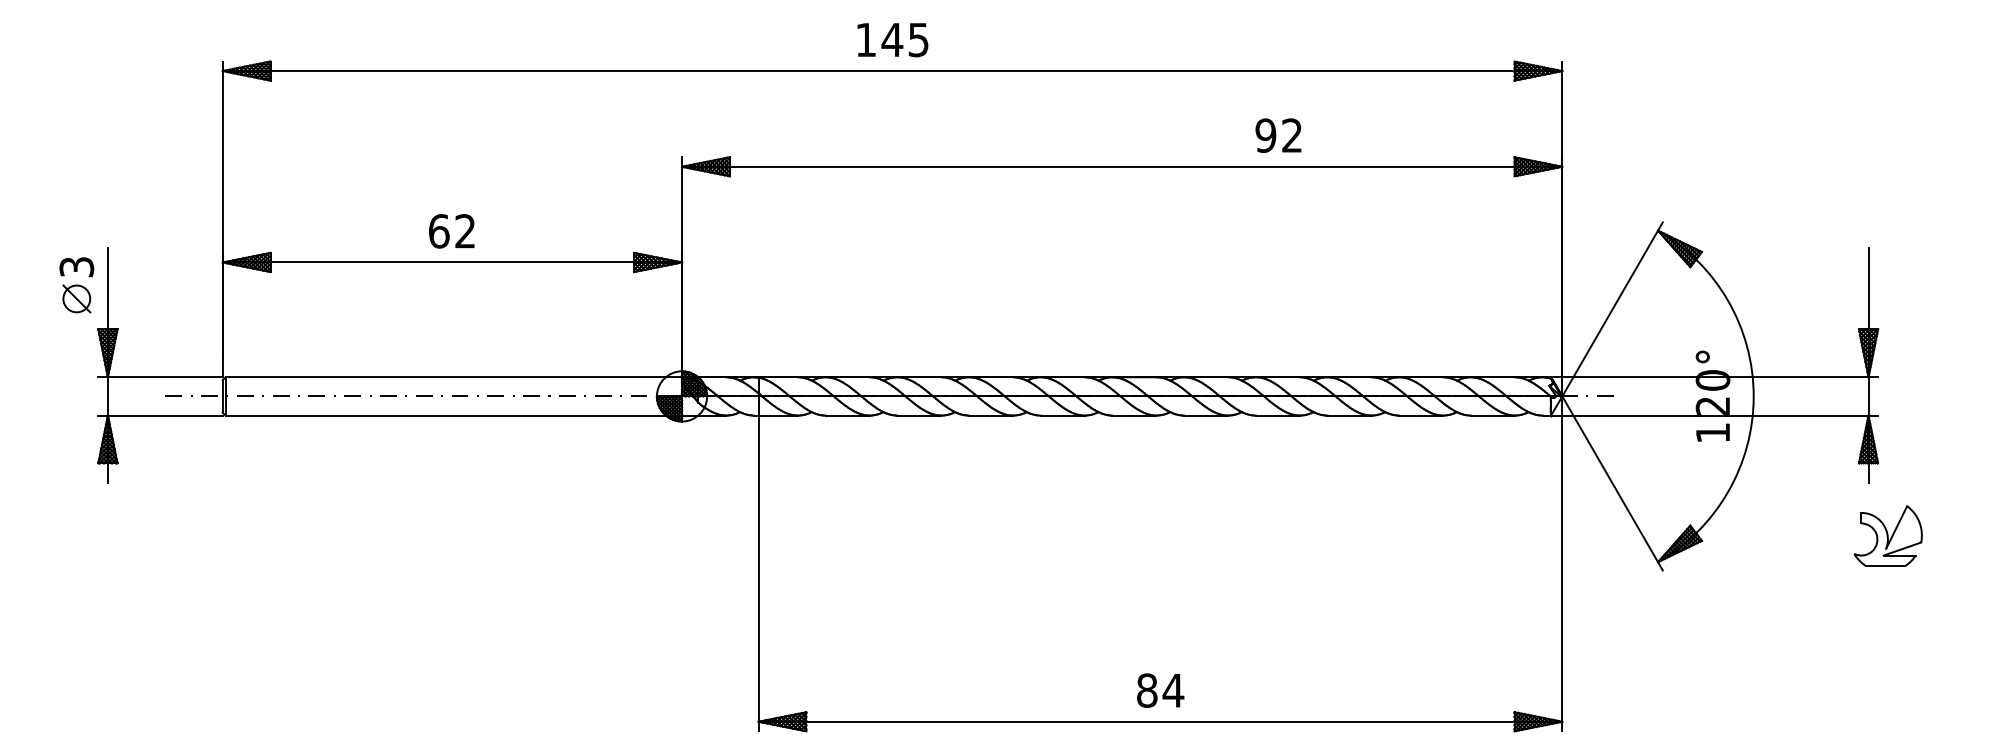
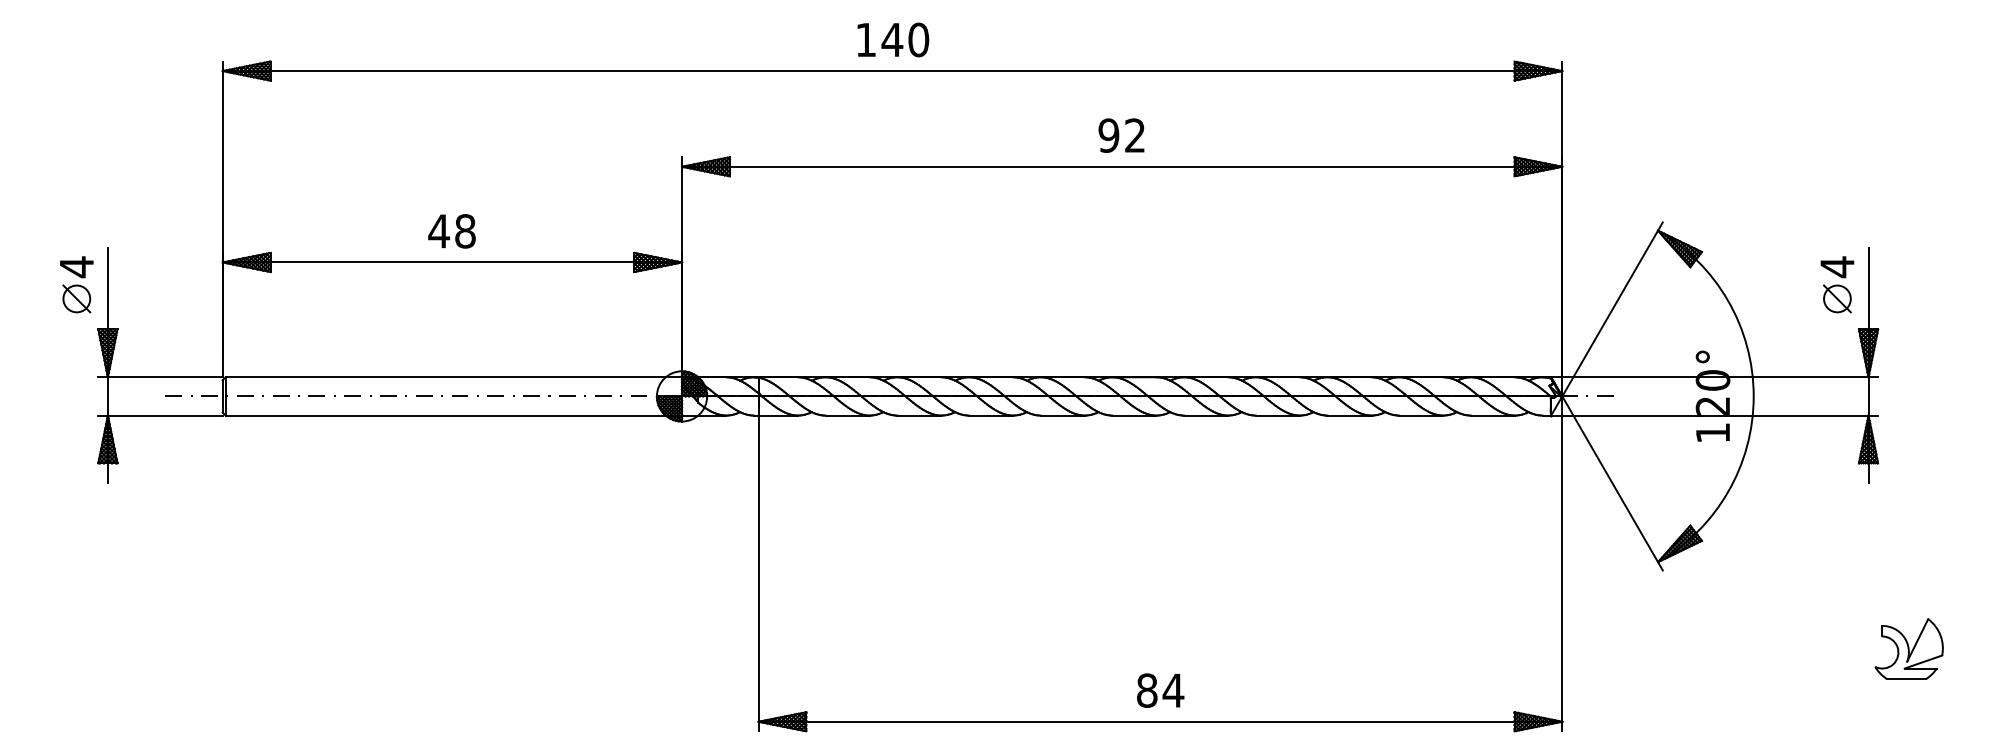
text at (918, 39): 145 -> 140
text at (1278, 135) position: (1278, 135) -> (1121, 135)
text at (451, 231): 62 -> 48
text at (76, 267): 3 -> 4
part at (1837, 284): none -> present
part at (1887, 535) position: (1887, 535) -> (1908, 648)
